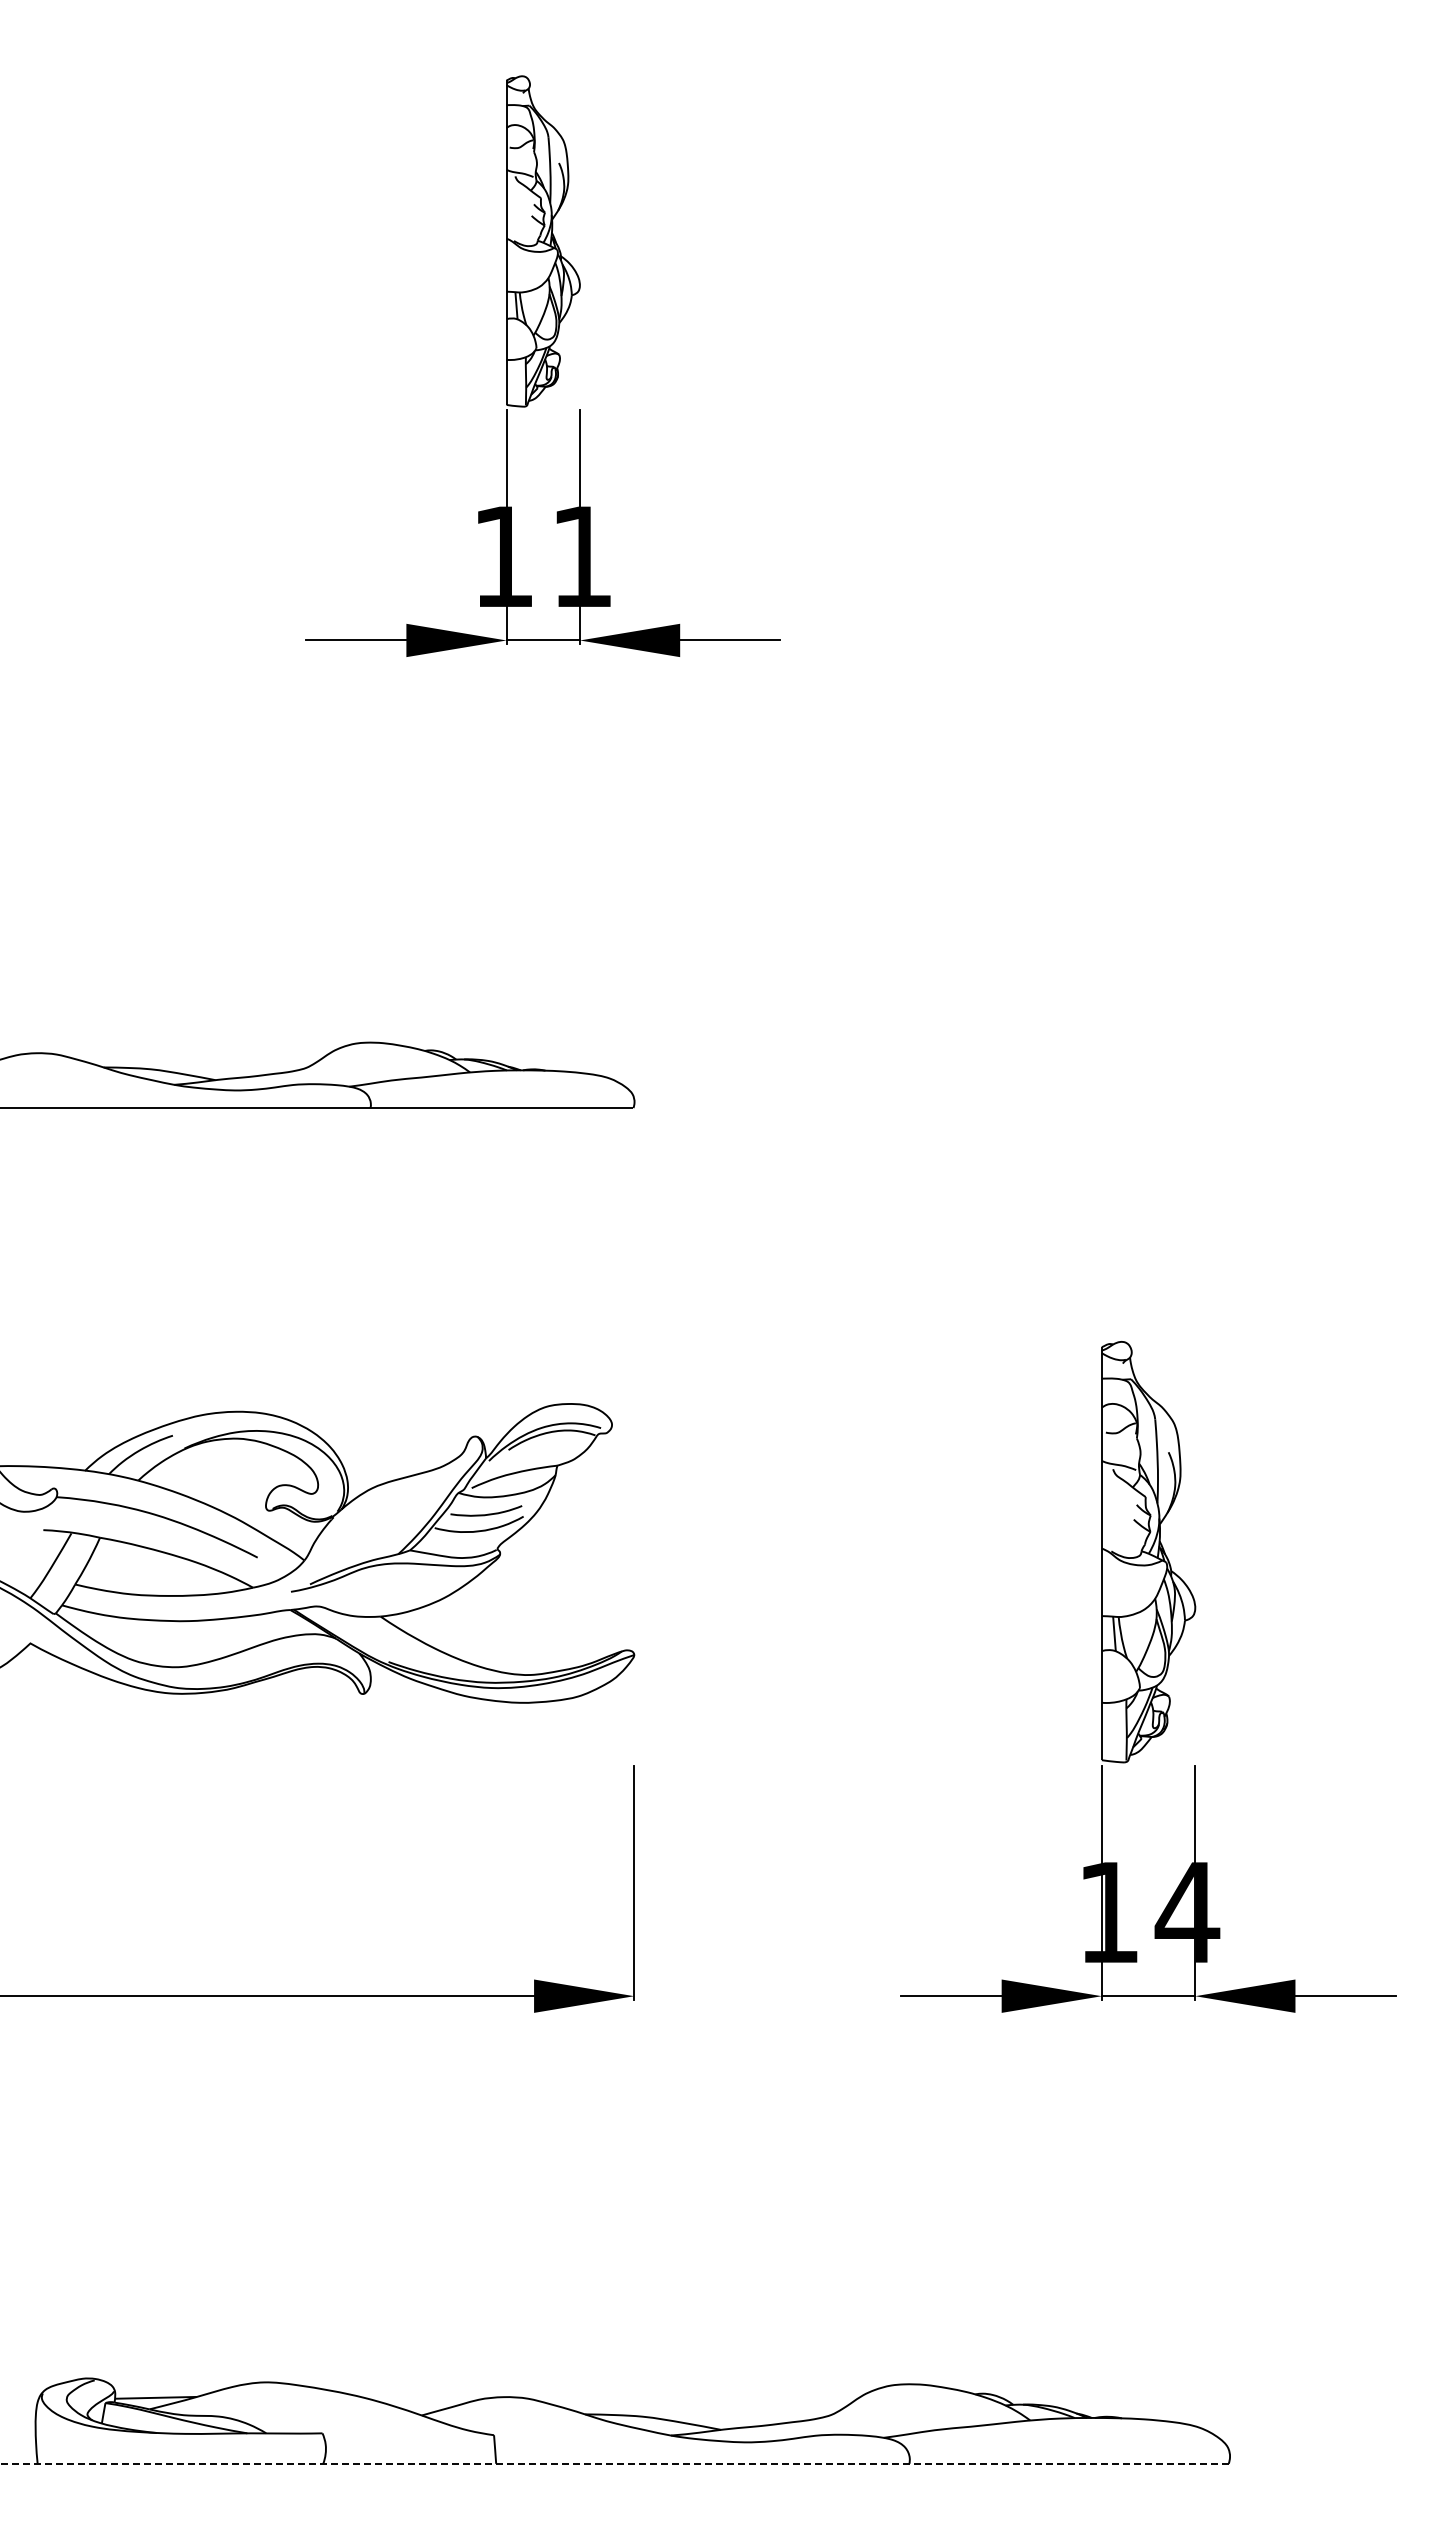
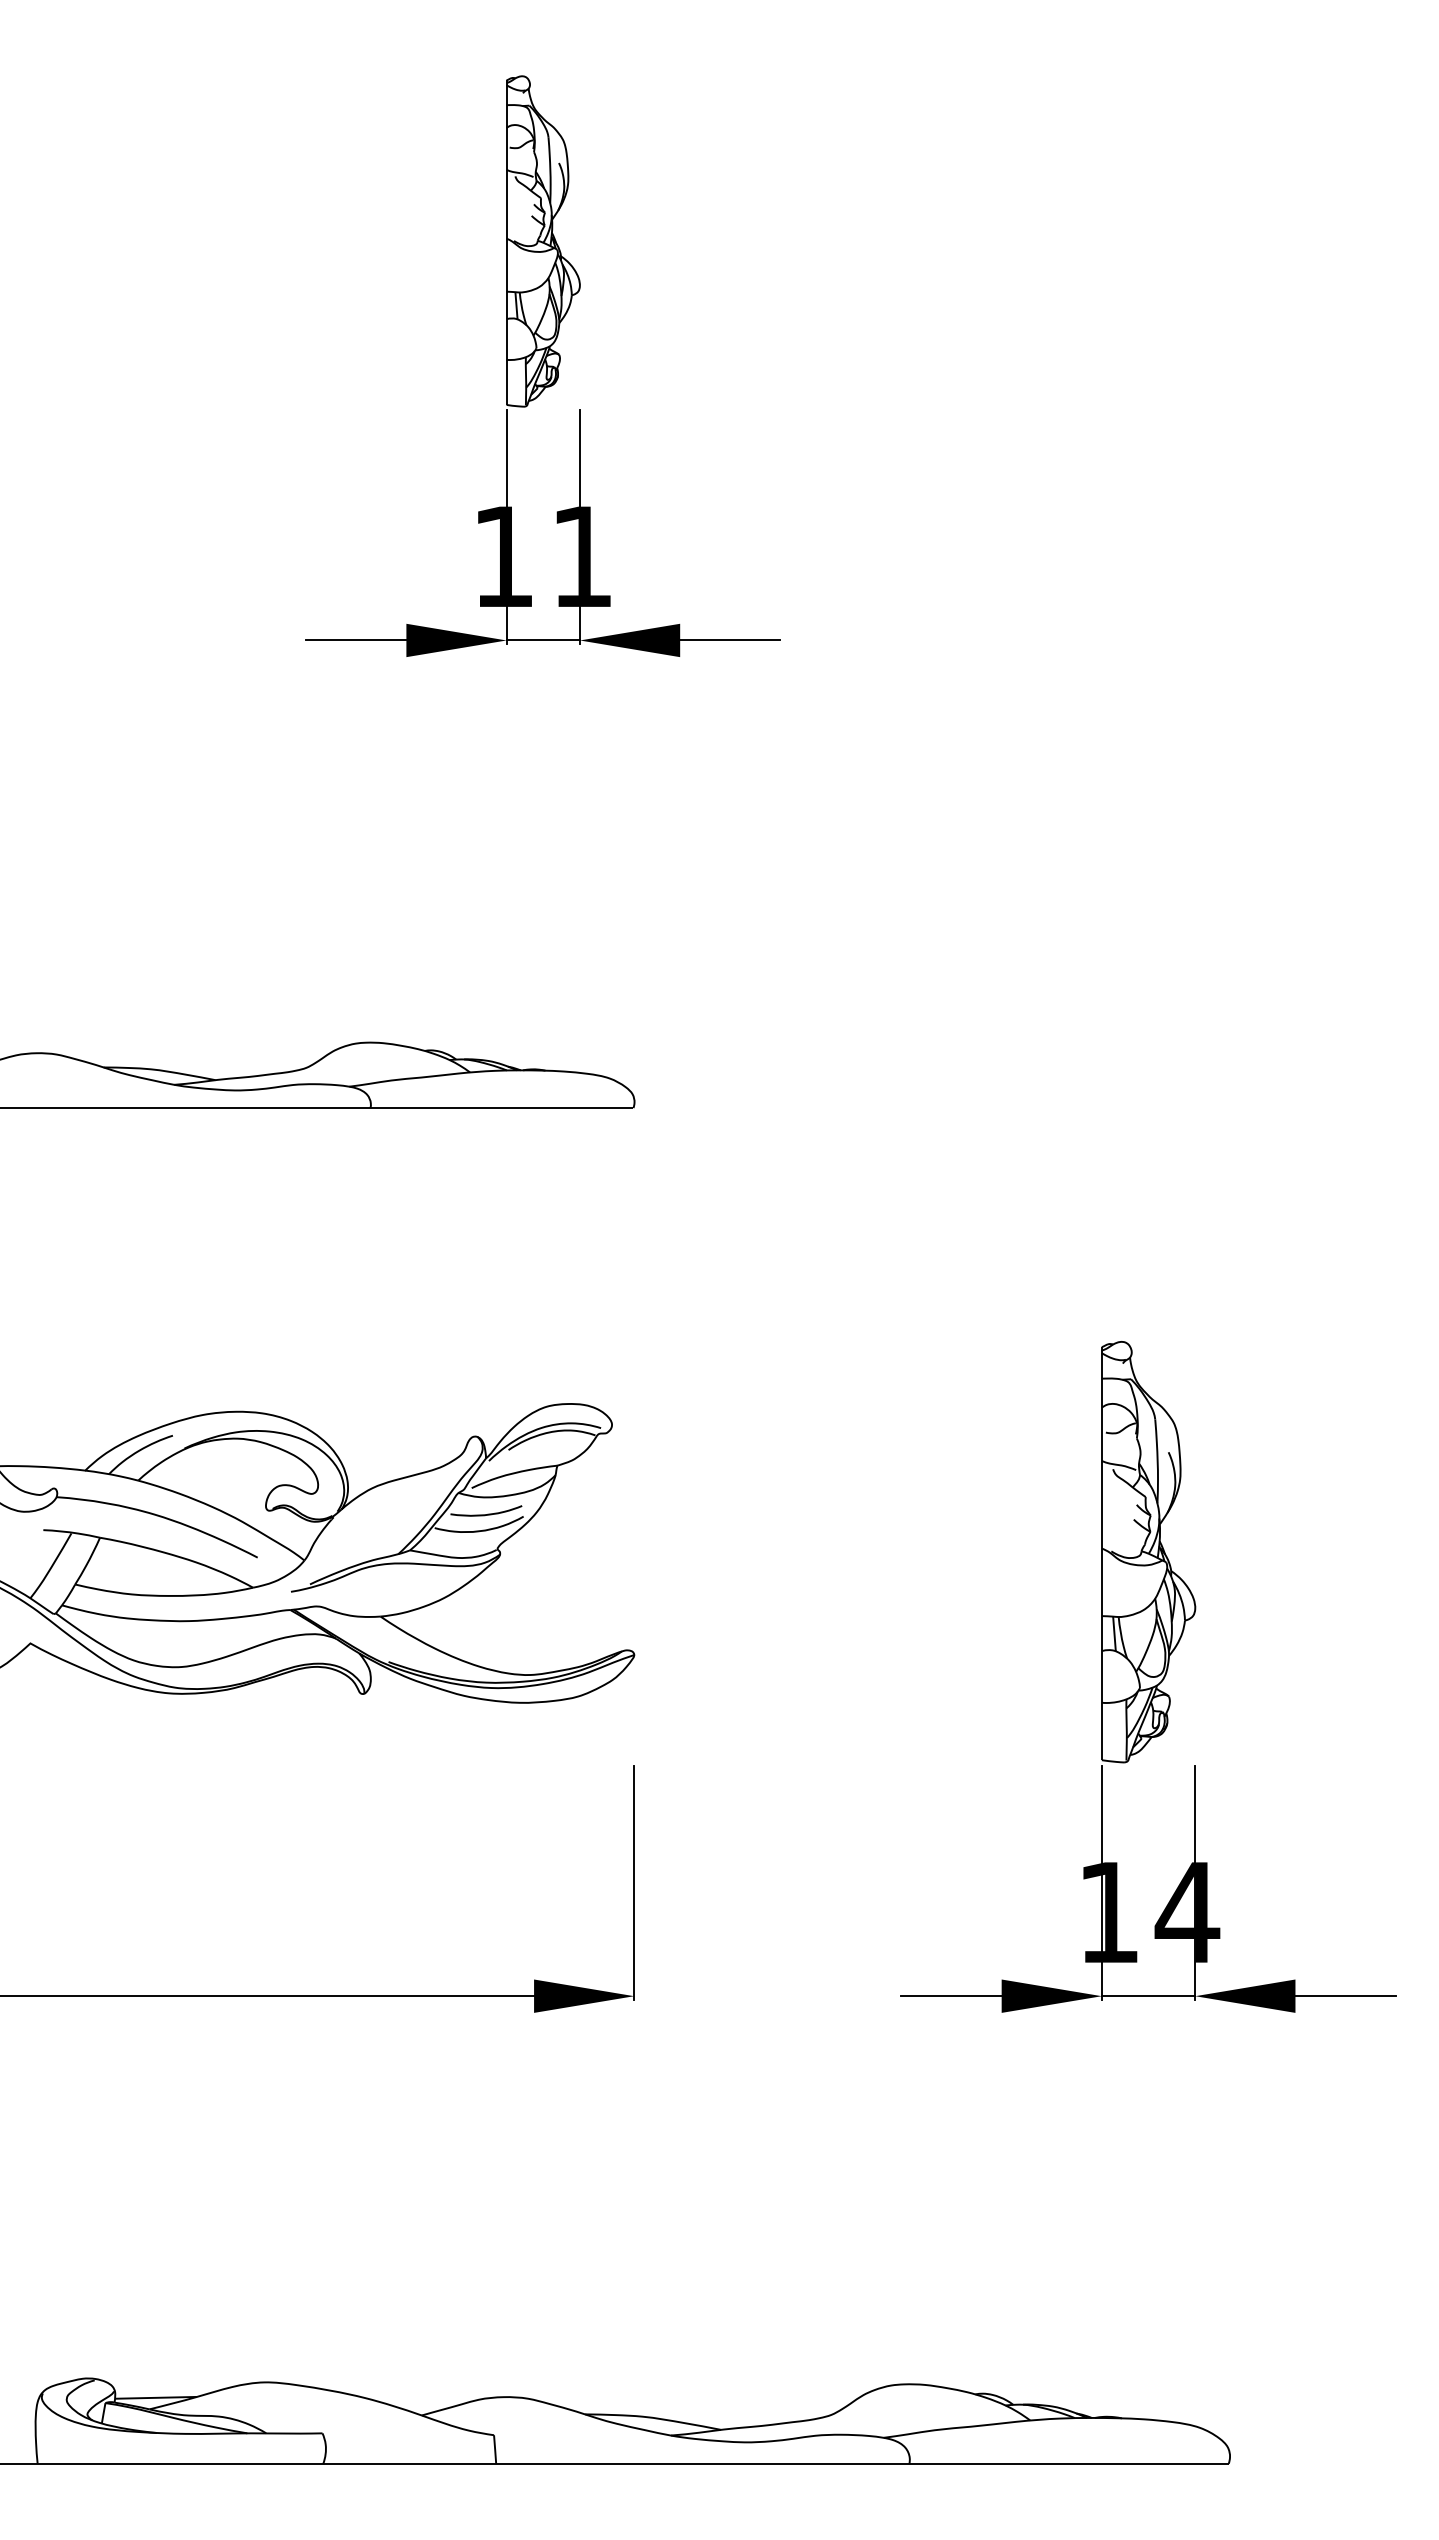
line at (614, 2463): dashed -> solid
